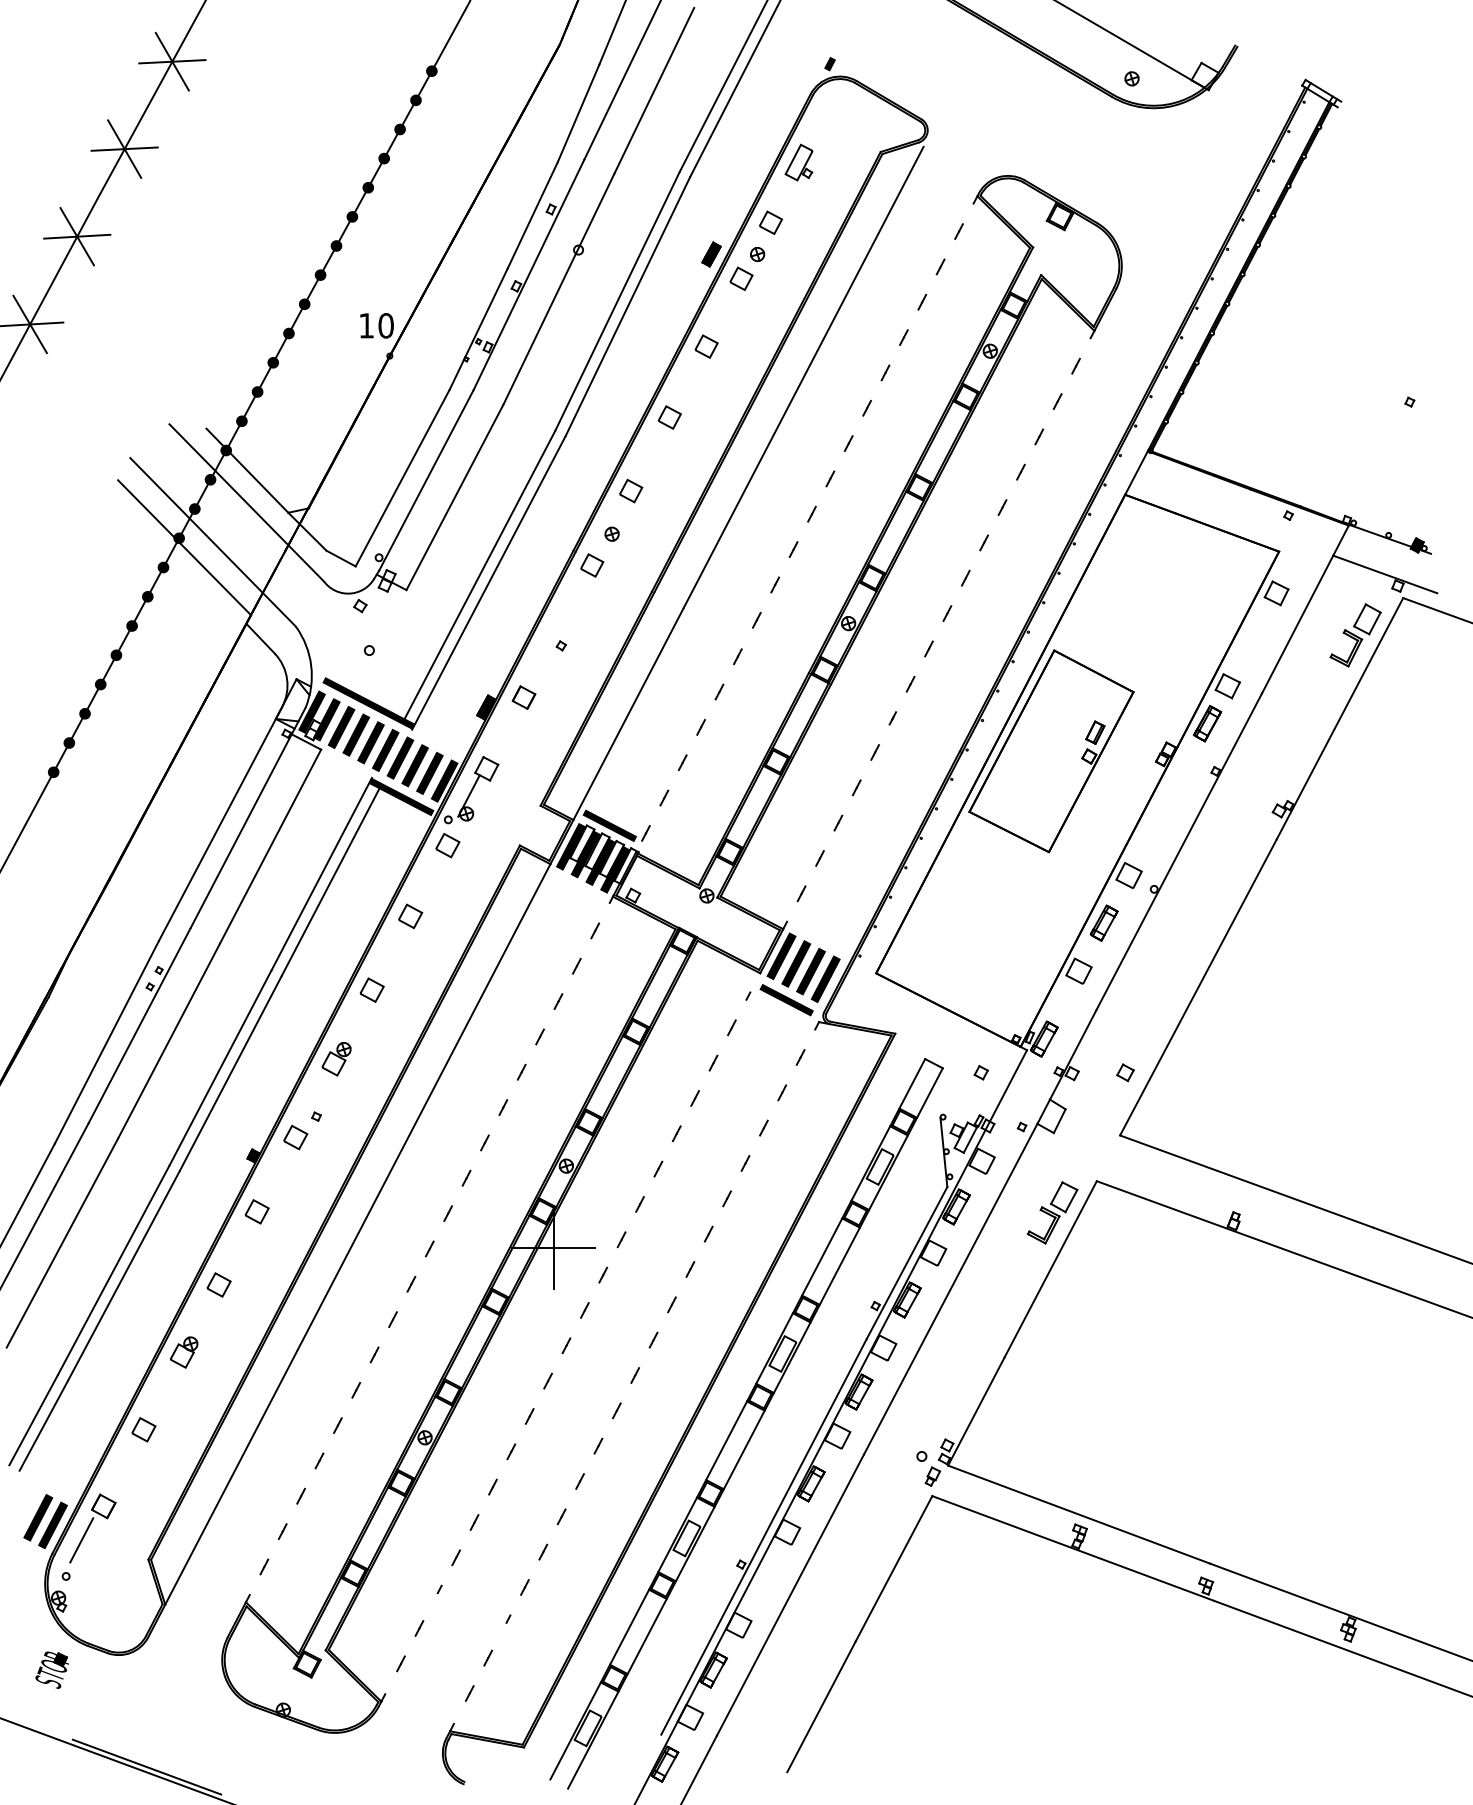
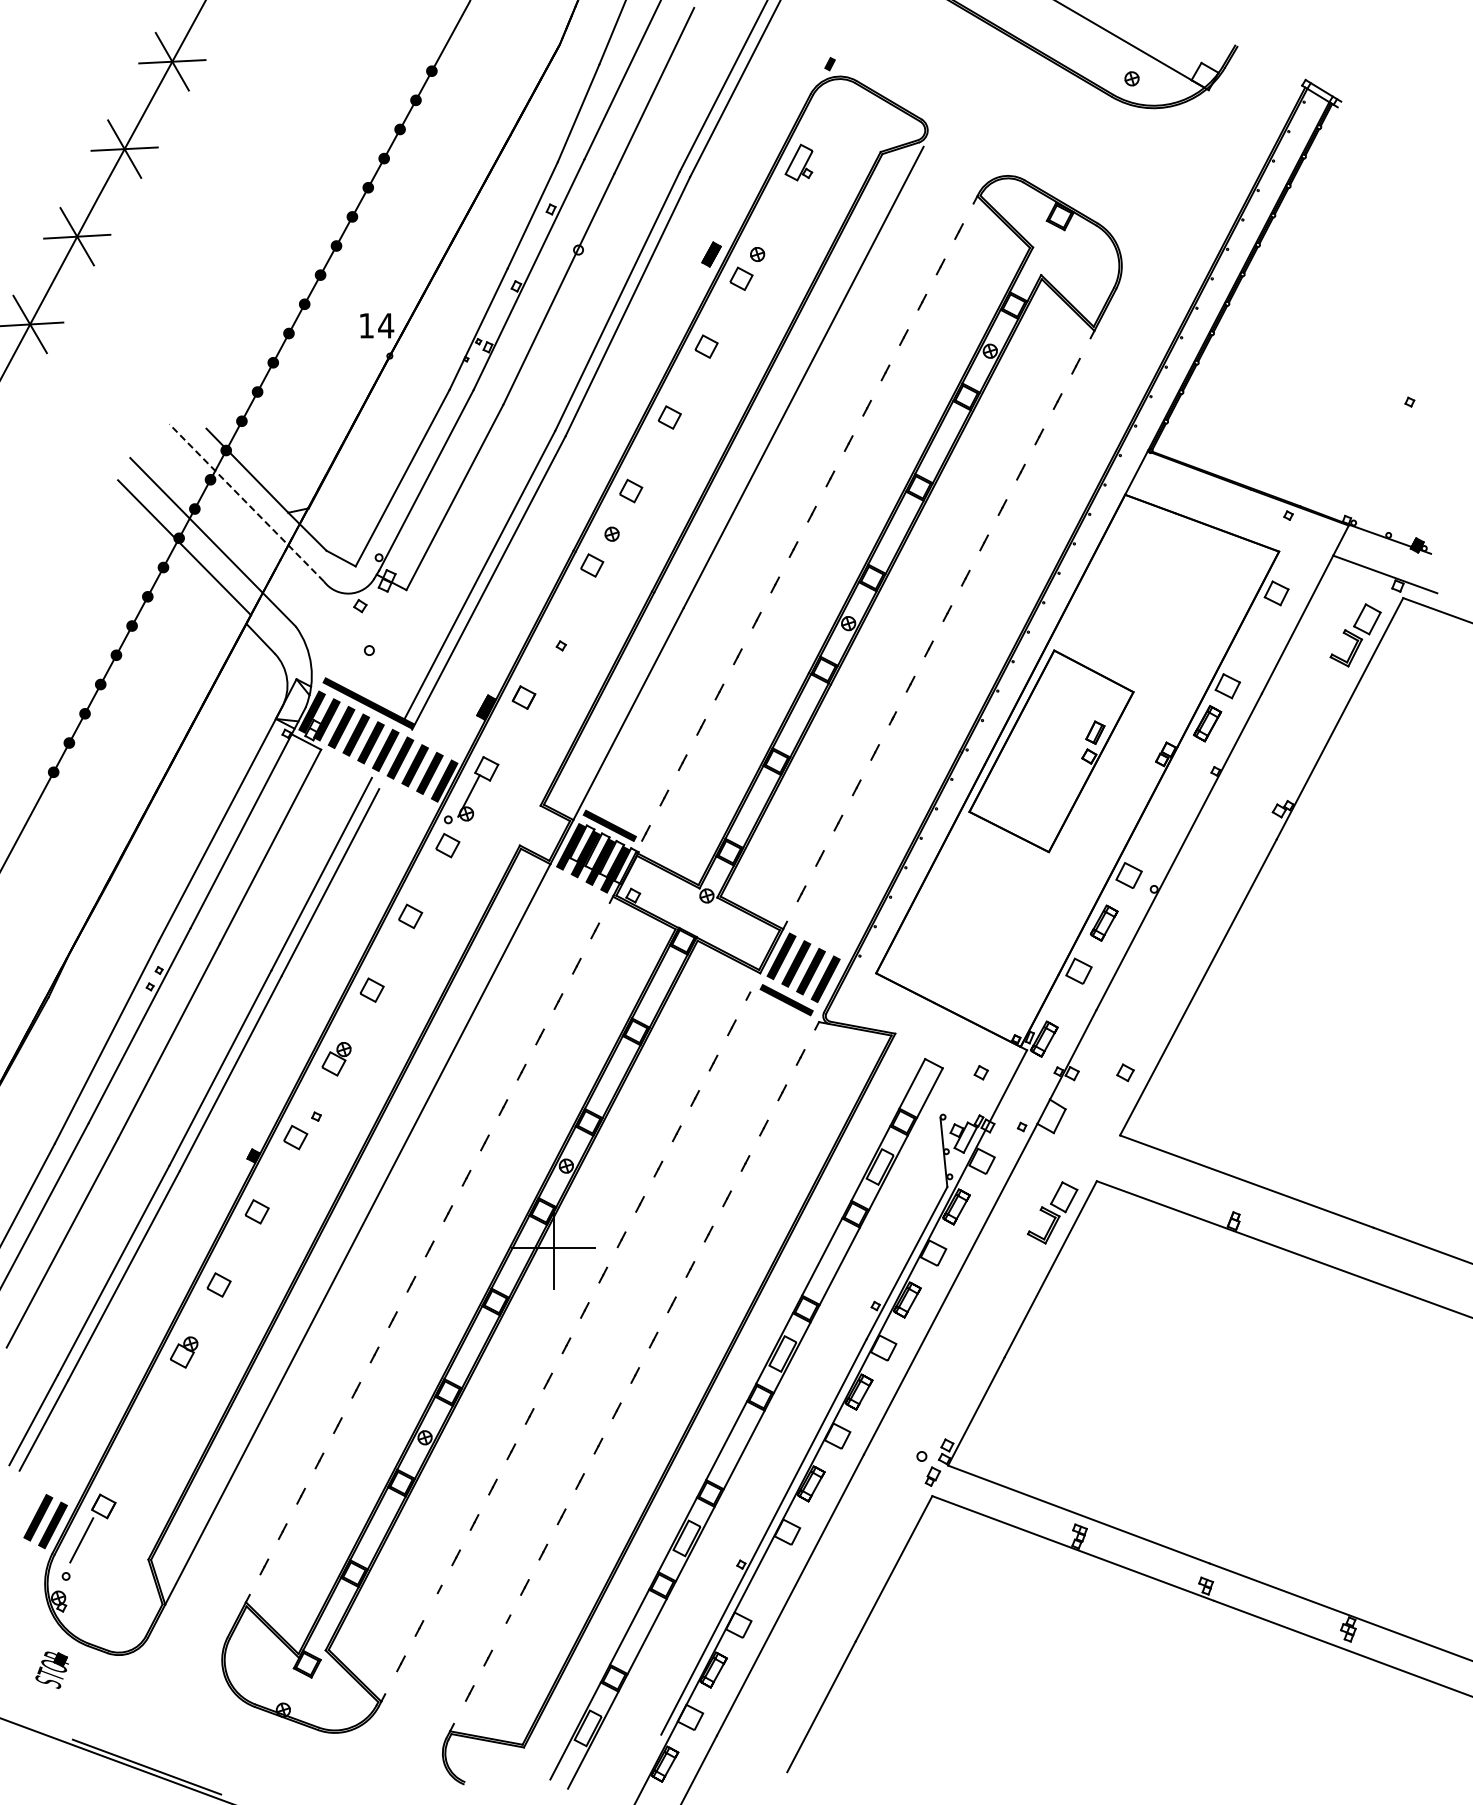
part at (771, 222): present -> none
text at (386, 325): 10 -> 14
line at (246, 502): solid -> dashed
fill at (401, 796): present -> none
part at (143, 1429): present -> none
